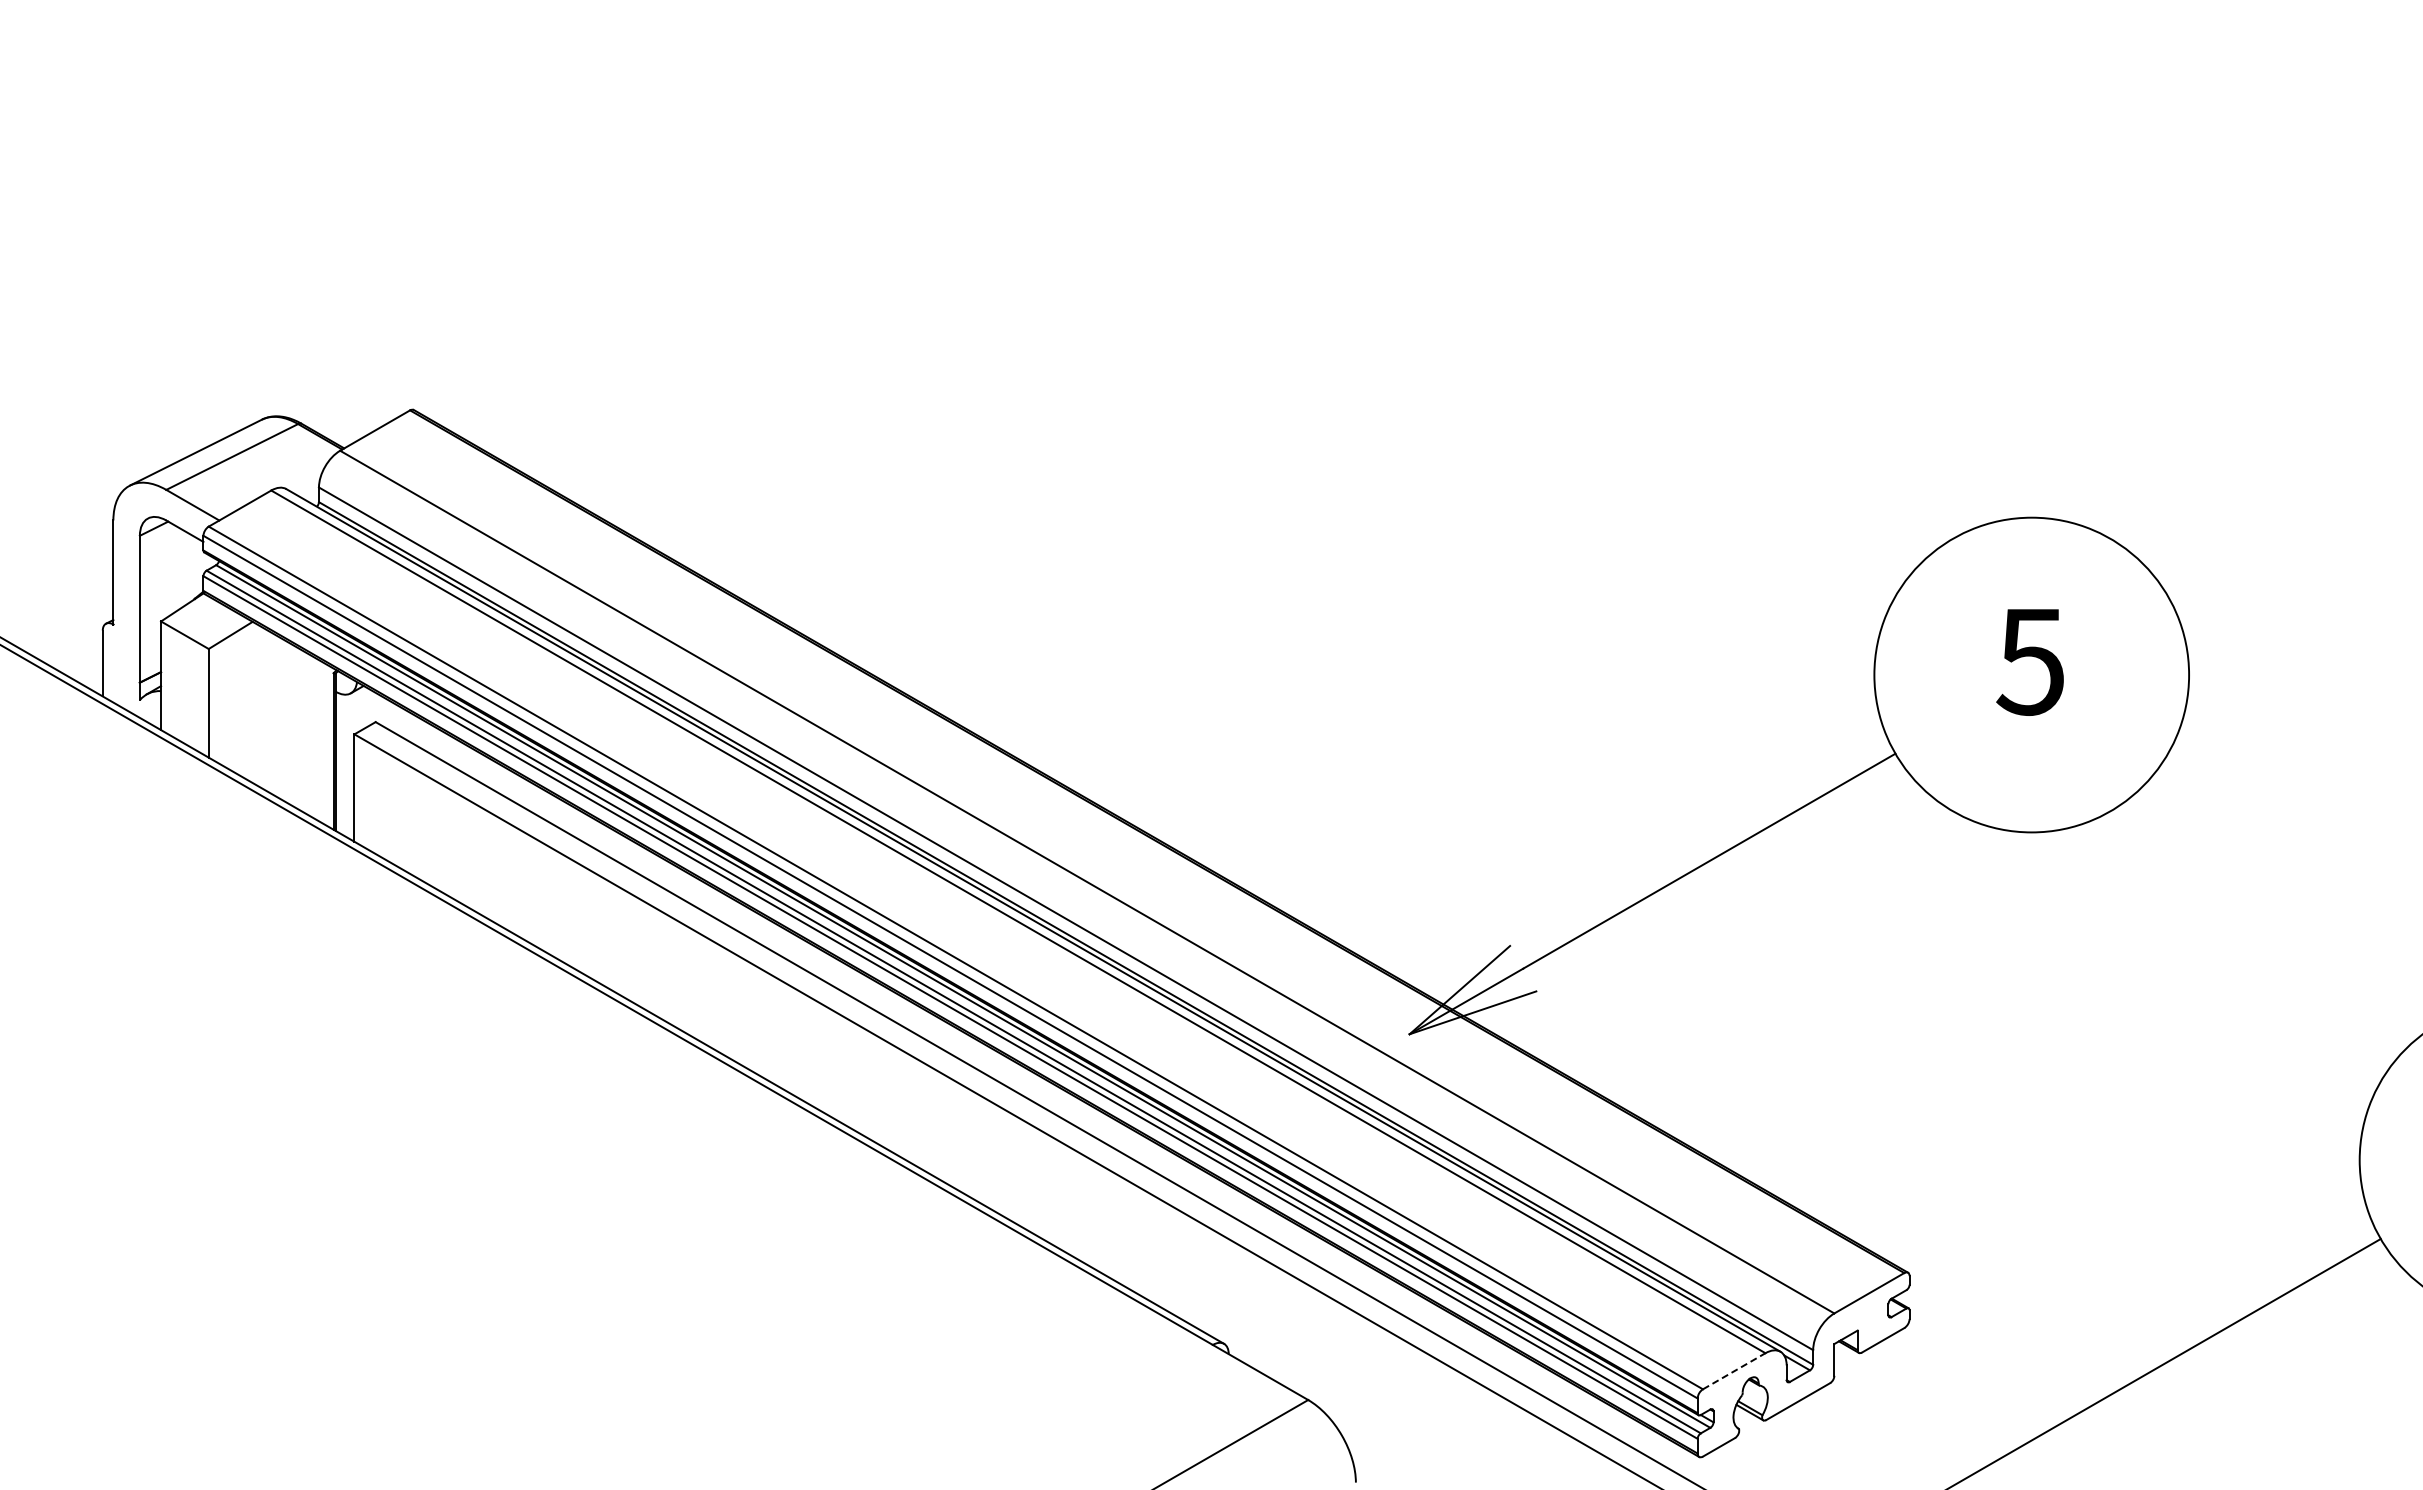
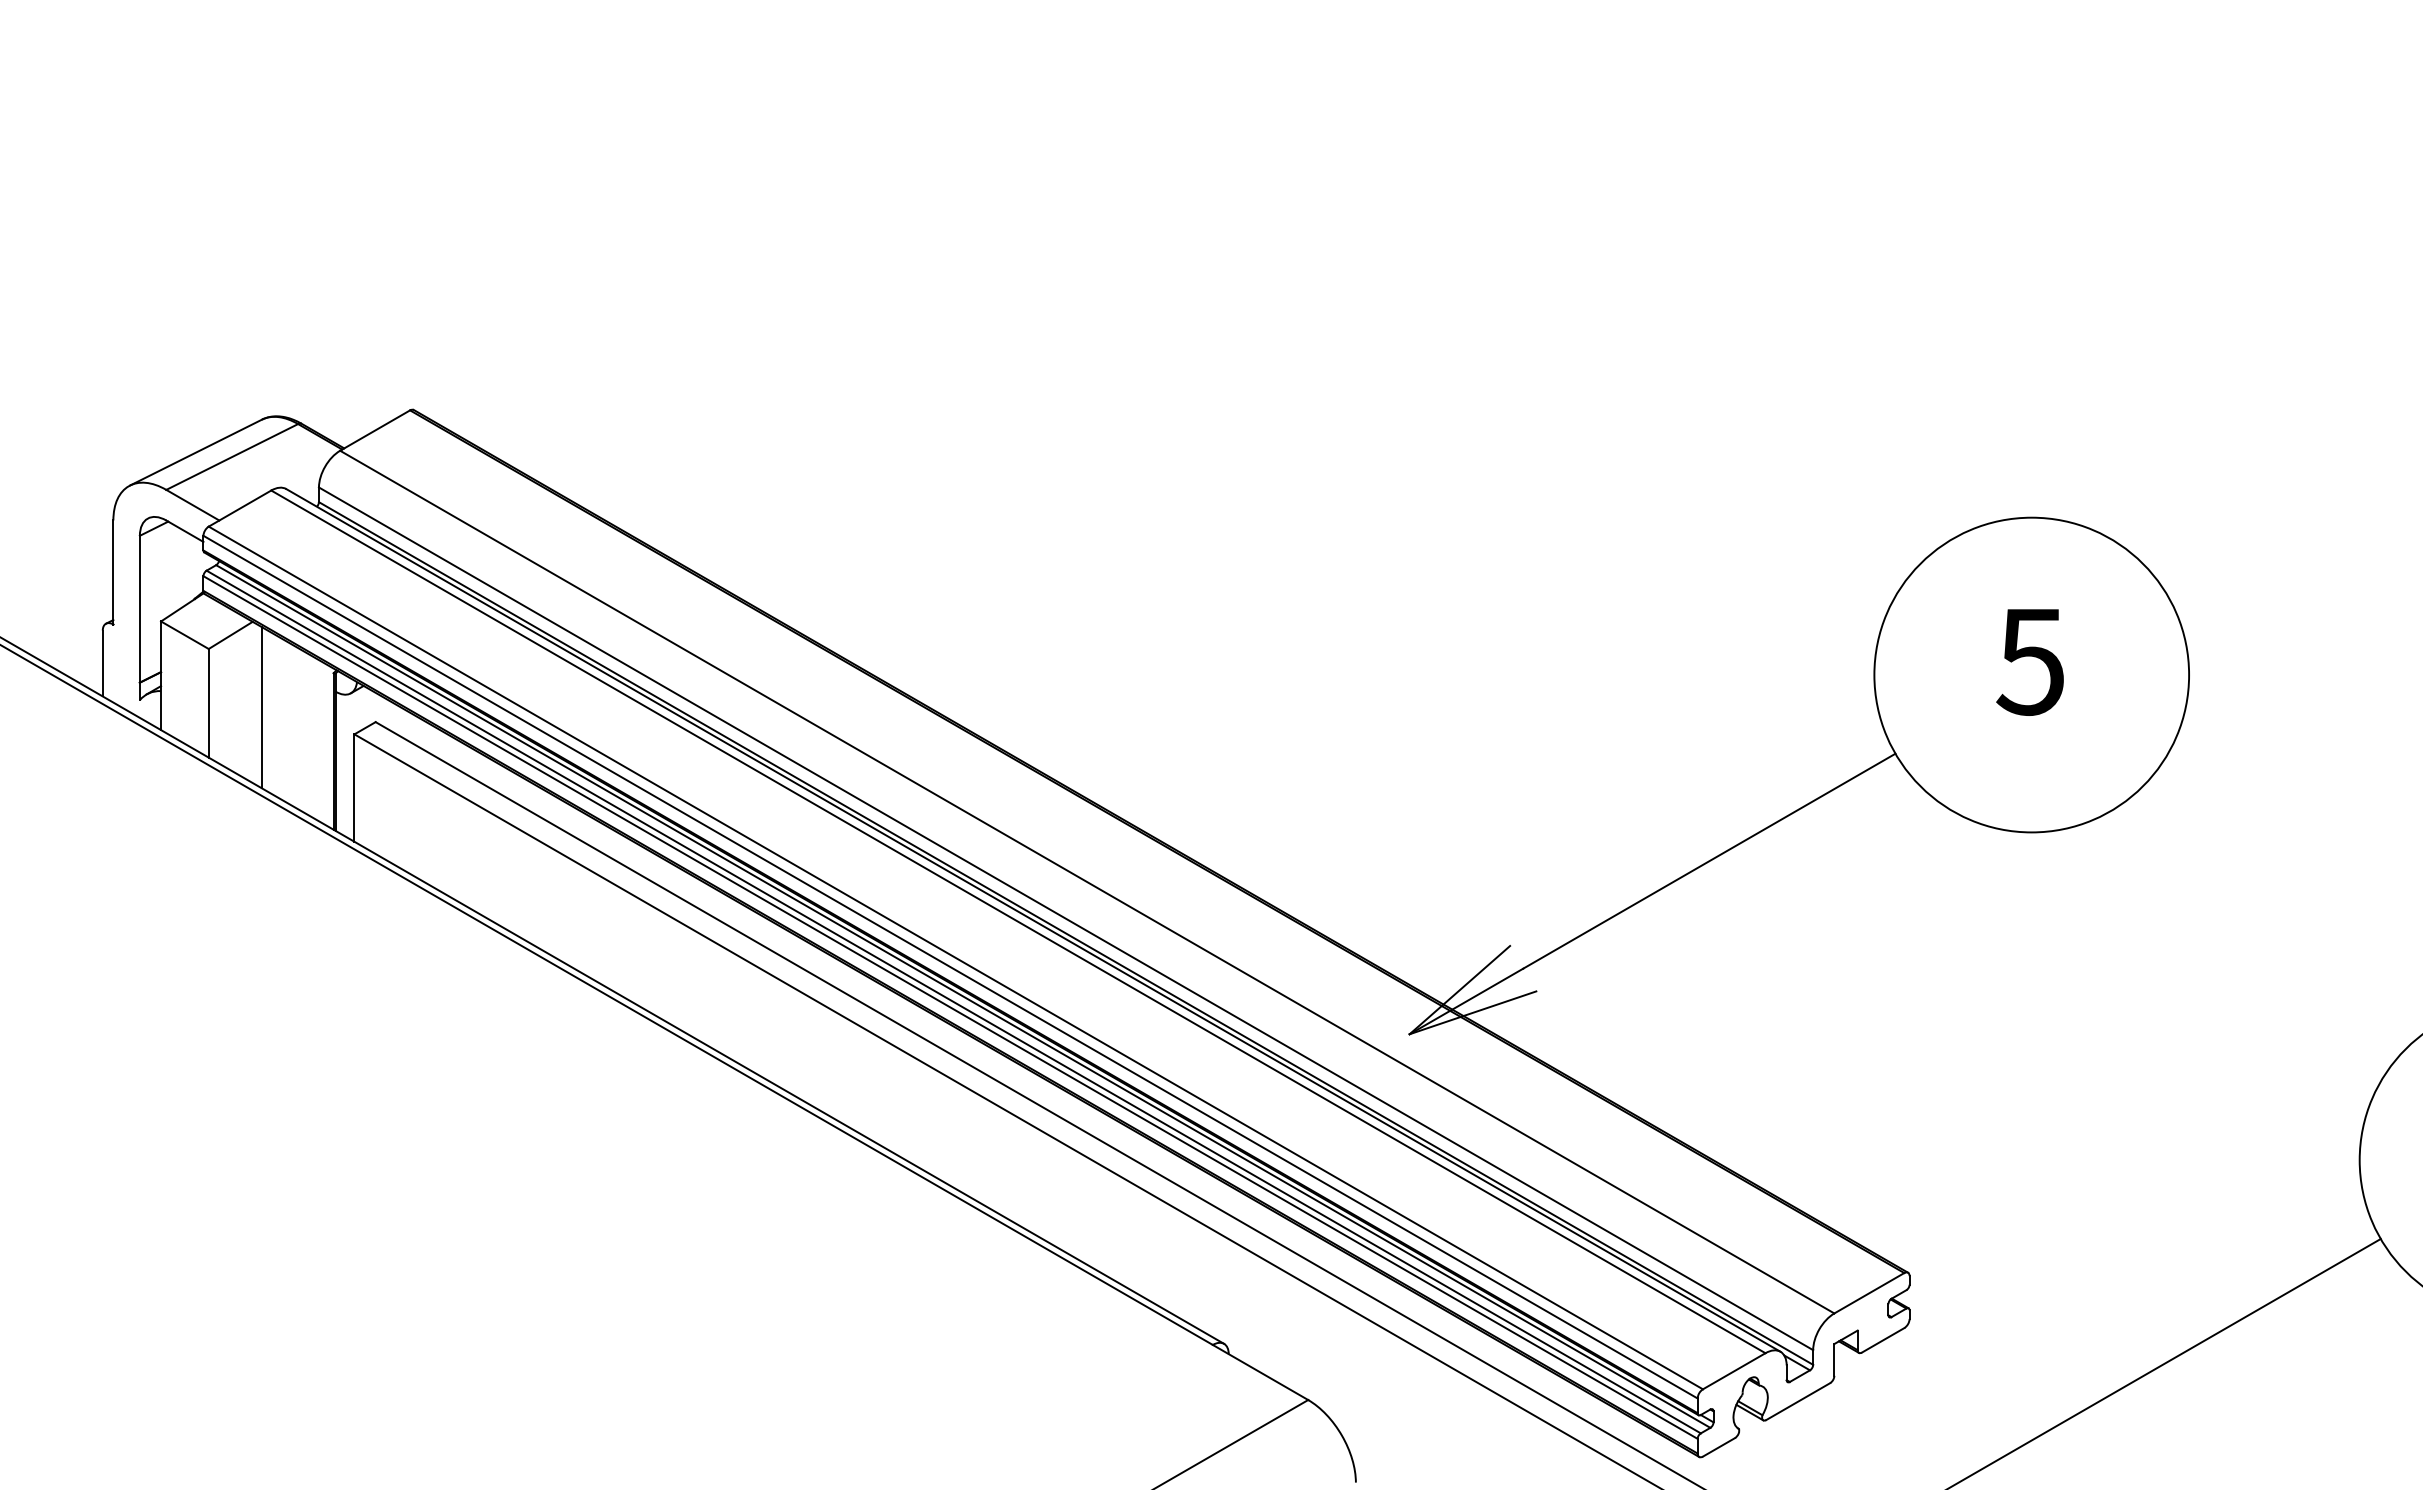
line at (261, 707): none -> present
line at (1734, 1371): dashed -> solid
